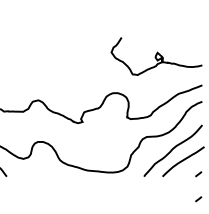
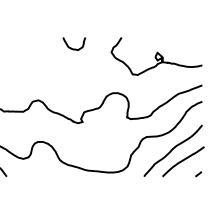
curve at (71, 47): none -> present
line at (198, 199): present -> none
